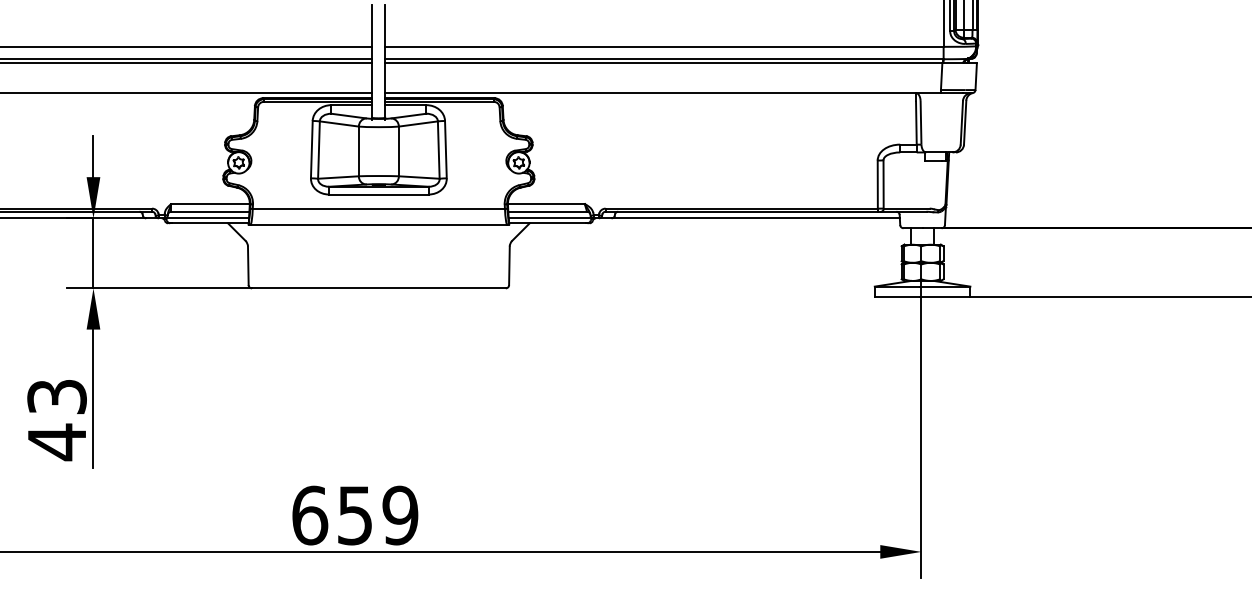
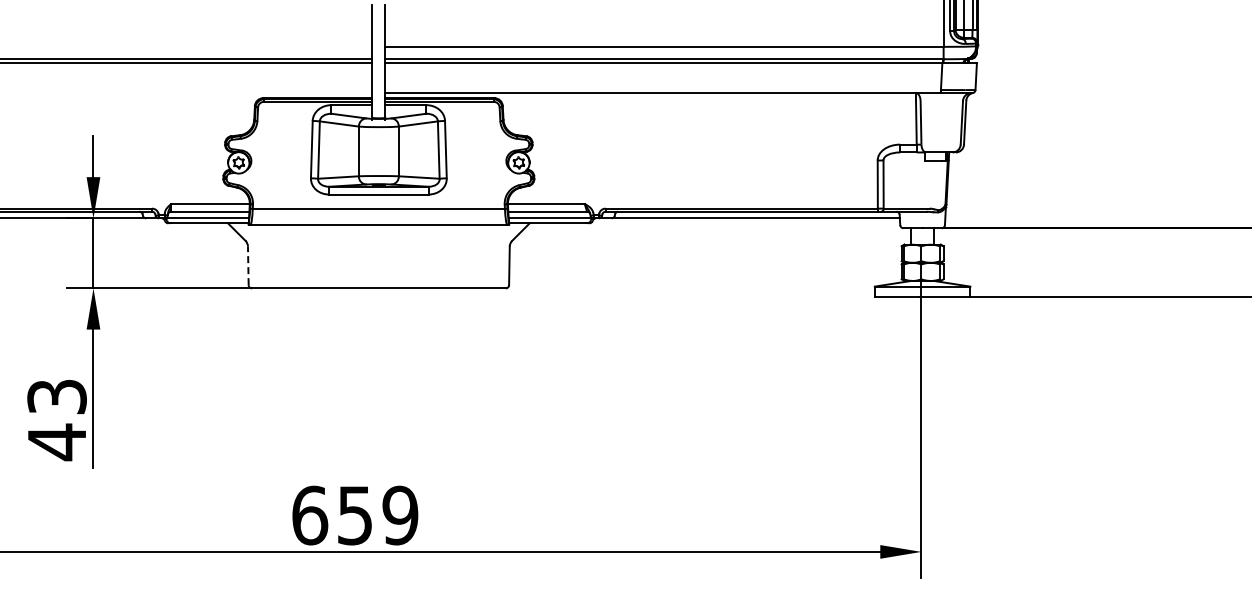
line at (187, 46): present -> none
line at (187, 93): present -> none
line at (248, 265): solid -> dashed
